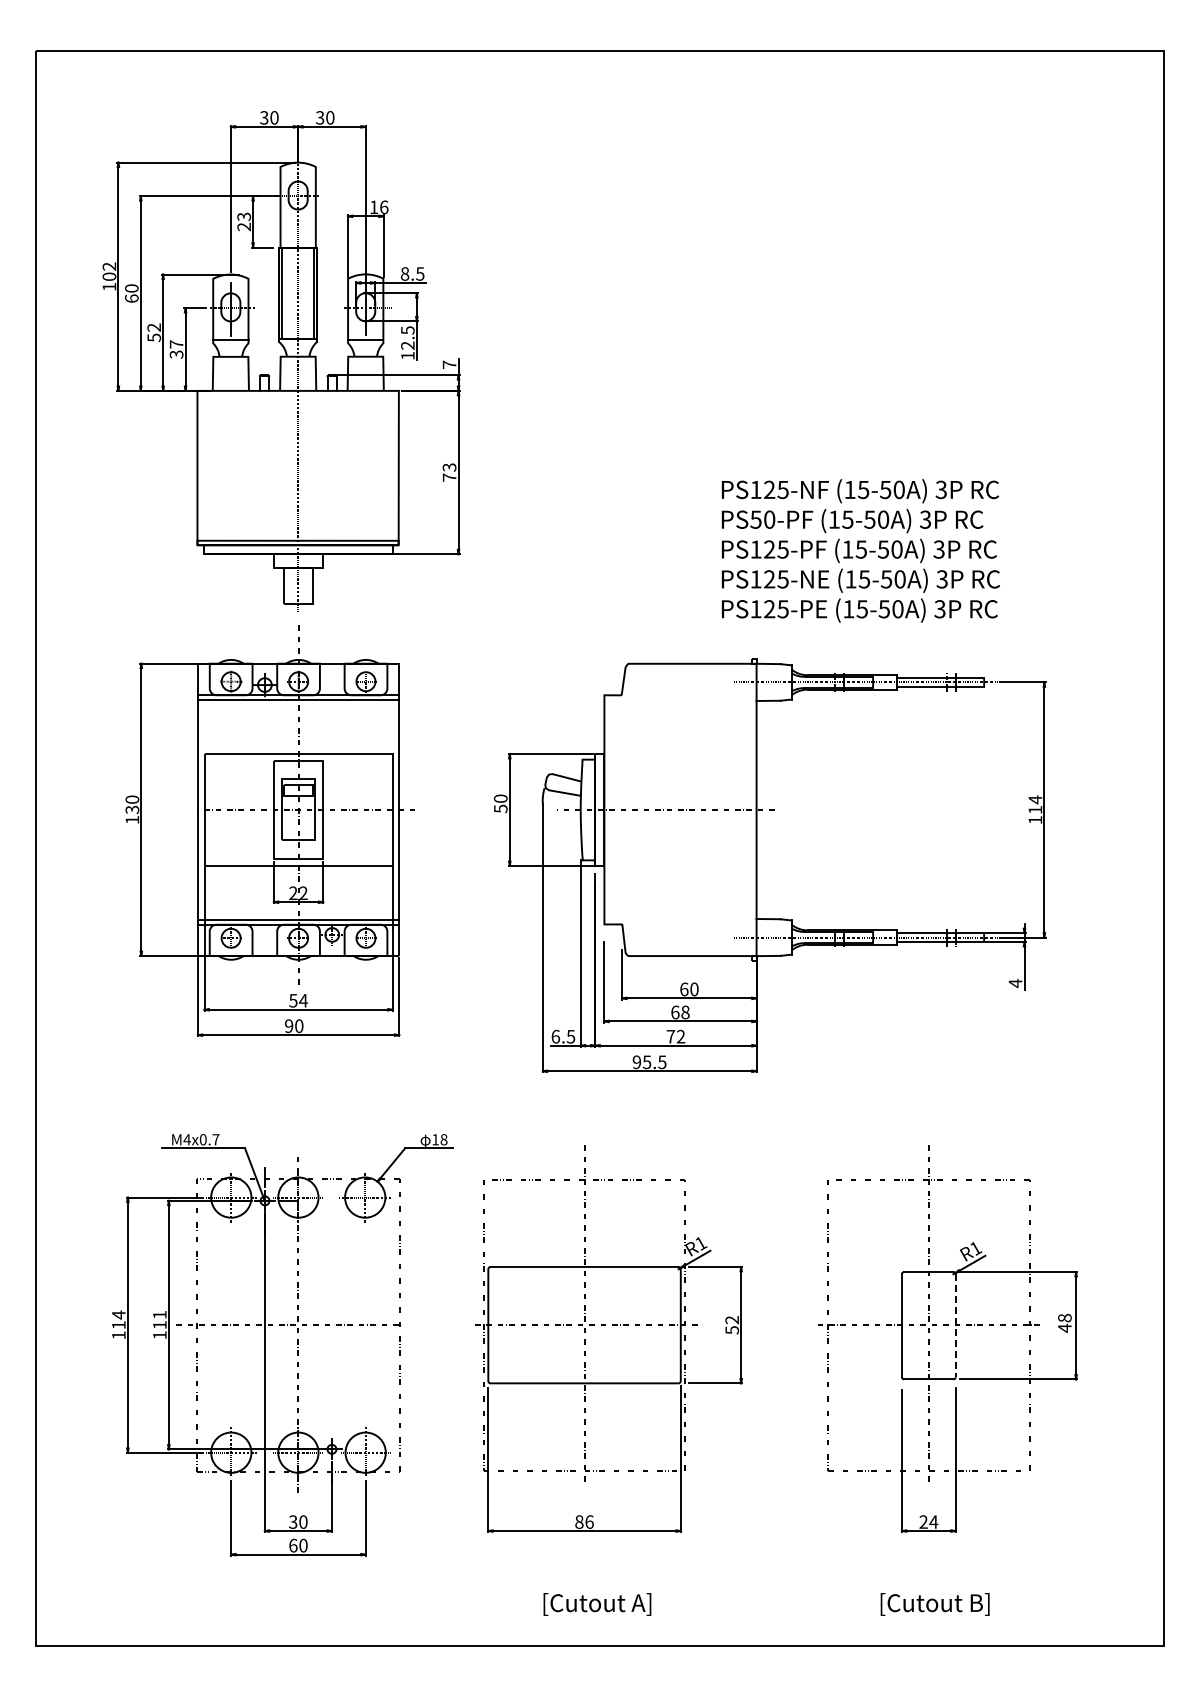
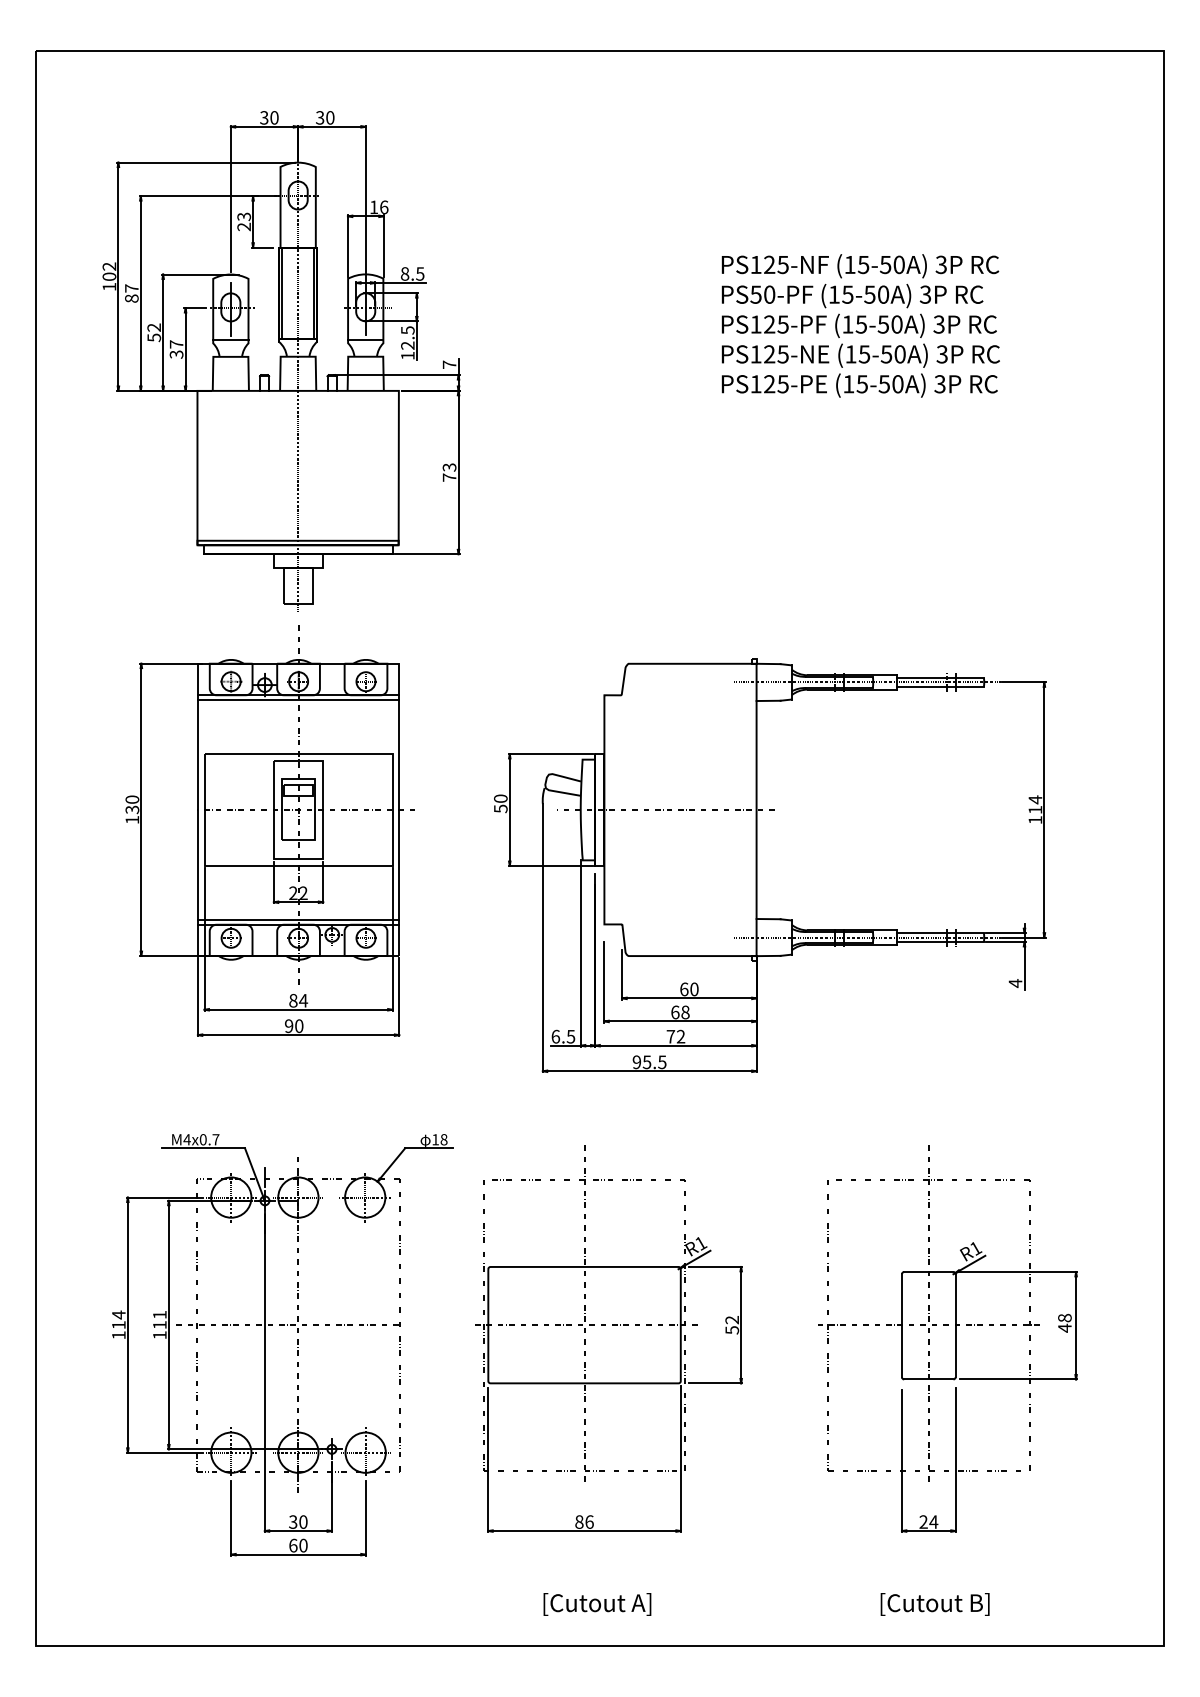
text at (131, 293): 60 -> 87
text at (860, 550) position: (860, 550) -> (860, 325)
text at (293, 1000): 54 -> 84
line at (955, 1326): dashed -> solid
